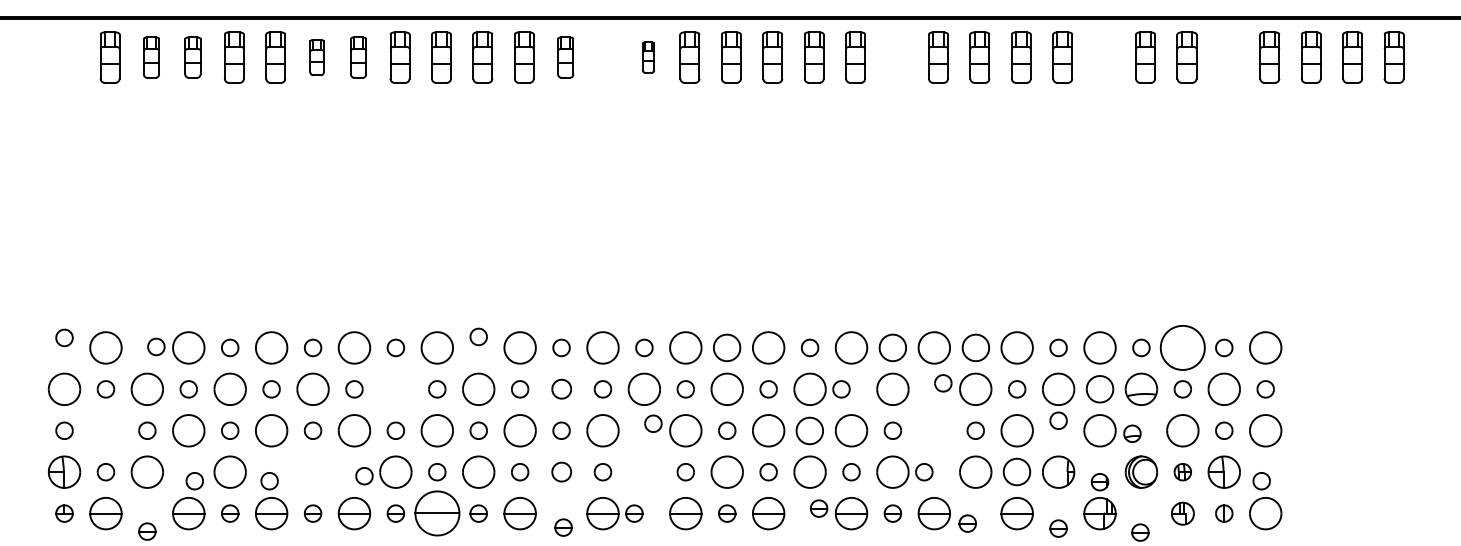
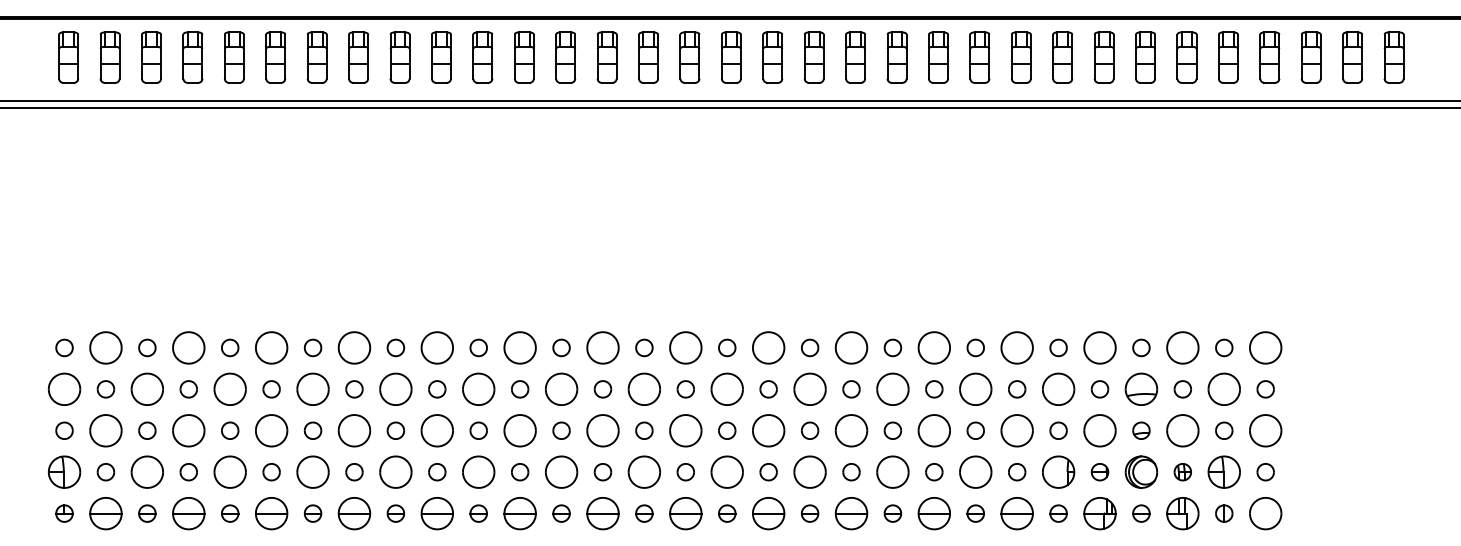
part at (68, 57): none -> present
part at (151, 57) size: 17x43 px -> 21x53 px
part at (192, 57) size: 18x43 px -> 22x53 px
part at (316, 57) size: 16x38 px -> 22x53 px
part at (358, 57) size: 17x43 px -> 21x53 px
part at (565, 57) size: 18x43 px -> 22x53 px
part at (606, 57): none -> present
part at (648, 57) size: 14x33 px -> 21x53 px
part at (896, 57): none -> present
part at (1103, 57): none -> present
part at (1228, 57): none -> present
line at (729, 101): none -> present
line at (729, 108): none -> present
part at (478, 336) position: (478, 336) -> (478, 347)
part at (64, 337) position: (64, 337) -> (64, 347)
part at (156, 346) position: (156, 346) -> (147, 347)
part at (727, 347) size: 29x30 px -> 19x20 px
part at (892, 347) size: 29x30 px -> 20x20 px
part at (975, 347) size: 29x30 px -> 19x20 px
part at (1182, 347) size: 47x46 px -> 34x34 px
part at (943, 383) position: (943, 383) -> (934, 389)
part at (395, 388): none -> present
part at (561, 388) size: 22x22 px -> 34x34 px
part at (841, 389) position: (841, 389) -> (851, 389)
part at (1099, 389) size: 30x29 px -> 20x19 px
part at (1058, 420) position: (1058, 420) -> (1058, 430)
part at (653, 423) position: (653, 423) -> (644, 430)
part at (105, 430): none -> present
part at (809, 430) size: 29x30 px -> 19x19 px
part at (933, 430): none -> present
part at (1132, 433) position: (1132, 433) -> (1141, 430)
part at (312, 471): none -> present
part at (561, 471) size: 21x22 px -> 34x34 px
part at (643, 471): none -> present
part at (1016, 471) size: 30x30 px -> 19x19 px
part at (924, 472) position: (924, 472) -> (934, 472)
part at (364, 476) position: (364, 476) -> (354, 472)
part at (194, 481) position: (194, 481) -> (188, 472)
part at (269, 481) position: (269, 481) -> (271, 472)
part at (1261, 481) position: (1261, 481) -> (1265, 472)
part at (1099, 482) position: (1099, 482) -> (1099, 472)
part at (819, 508) position: (819, 508) -> (810, 513)
part at (437, 513) size: 47x47 px -> 34x34 px
part at (634, 513) position: (634, 513) -> (644, 513)
part at (1182, 513) size: 24x25 px -> 34x34 px
part at (967, 523) position: (967, 523) -> (975, 513)
part at (563, 527) position: (563, 527) -> (561, 513)
part at (1058, 528) position: (1058, 528) -> (1058, 513)
part at (147, 531) position: (147, 531) -> (147, 513)
part at (1140, 532) position: (1140, 532) -> (1141, 513)
